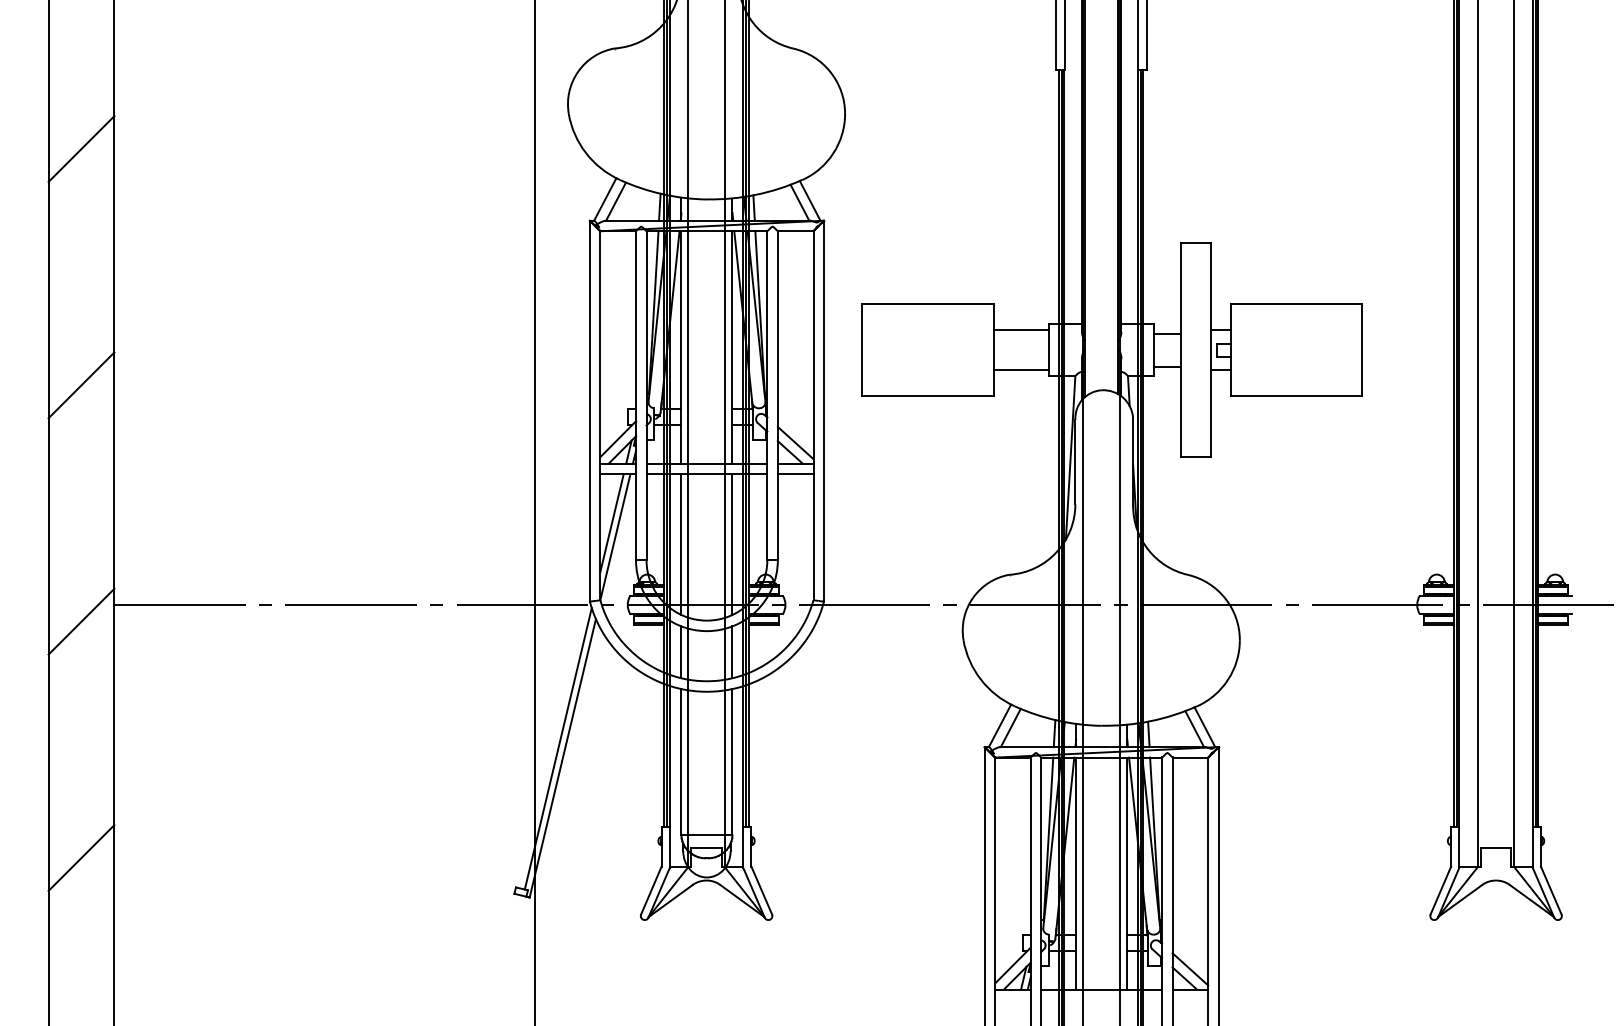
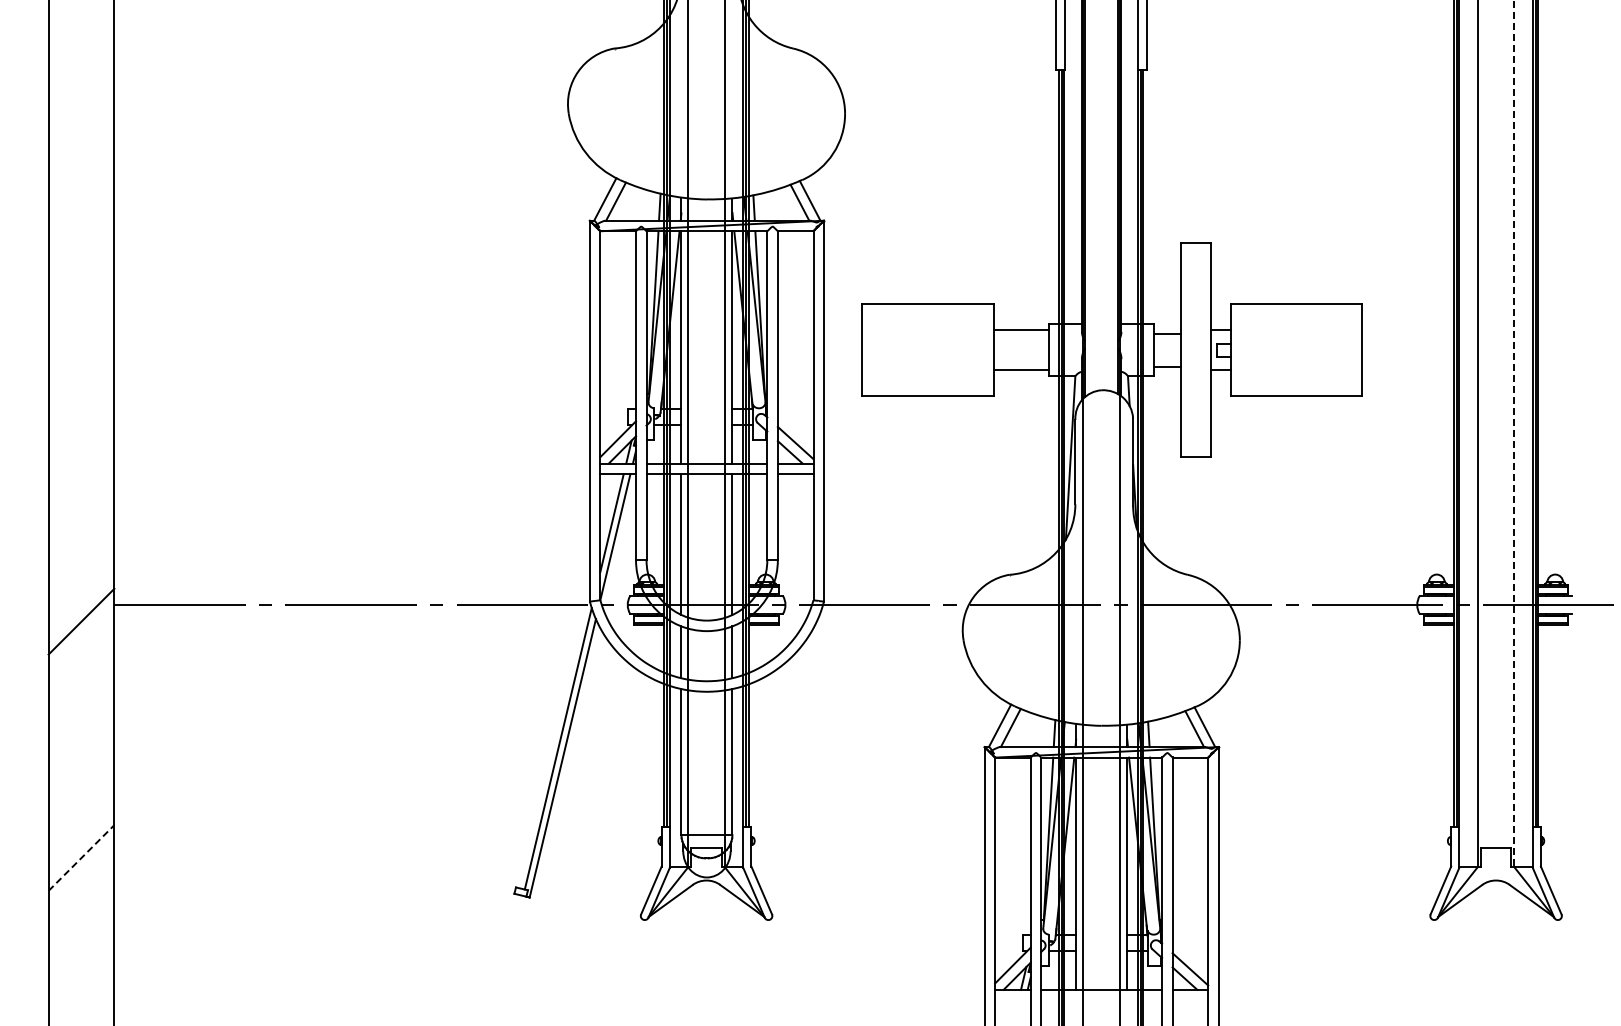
line at (81, 148): present -> none
line at (81, 385): present -> none
line at (1514, 434): solid -> dashed
line at (535, 512): present -> none
line at (81, 858): solid -> dashed
